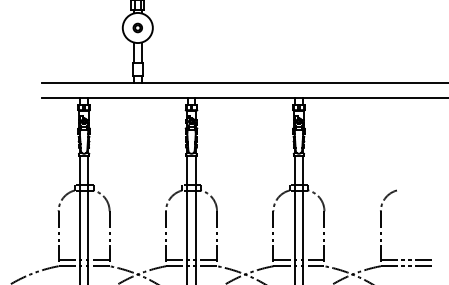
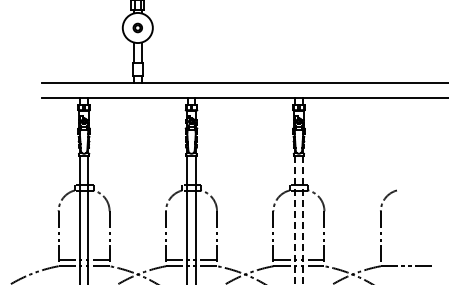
line at (294, 220): solid -> dashed
line at (303, 220): solid -> dashed
line at (405, 259): present -> none
